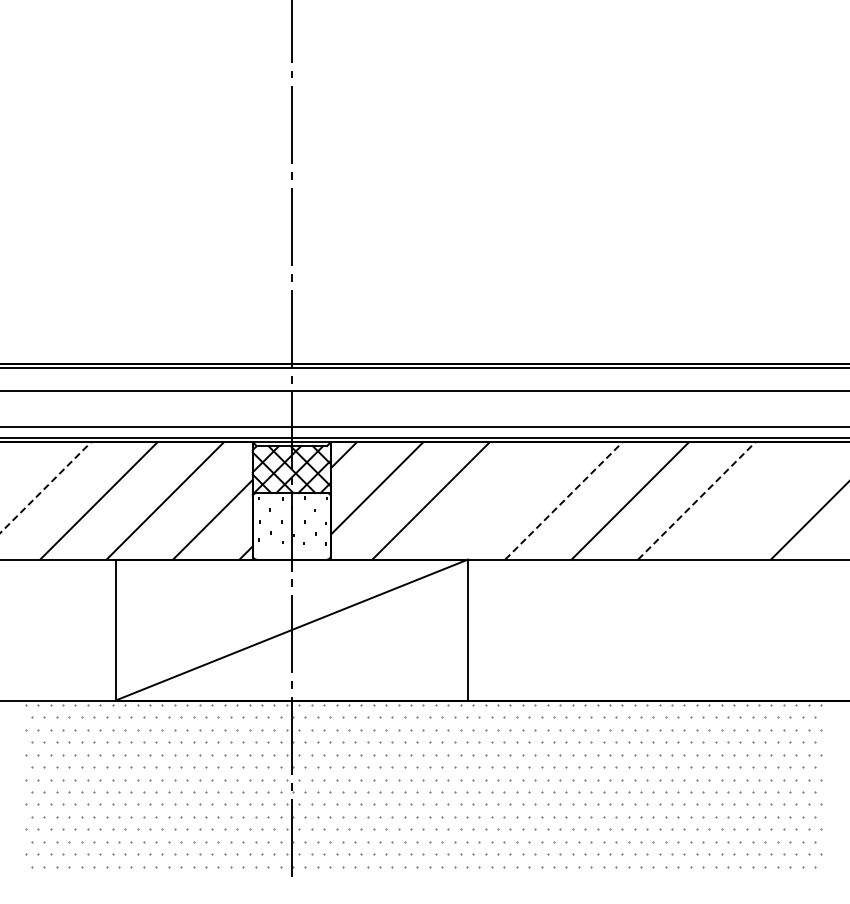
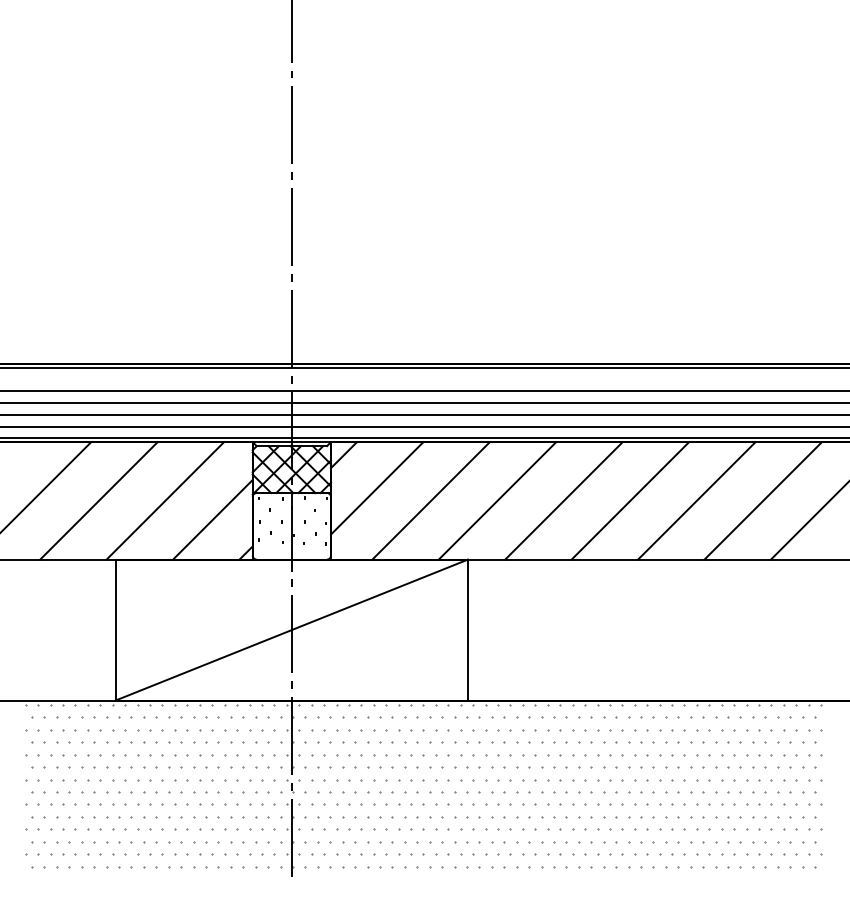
line at (424, 403): none -> present
line at (424, 414): none -> present
line at (46, 487): dashed -> solid
line at (497, 500): none -> present
line at (564, 500): dashed -> solid
line at (697, 500): dashed -> solid
line at (762, 500): none -> present
